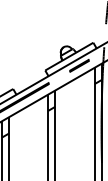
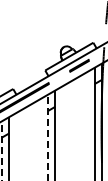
line at (48, 137): solid -> dashed
line at (2, 150): solid -> dashed
